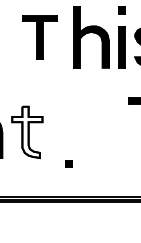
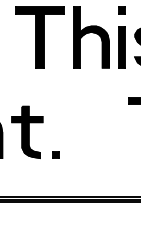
part at (39, 37) size: 36x45 px -> 50x63 px
fill at (27, 132): none -> present
part at (68, 163) position: (68, 163) -> (55, 154)
